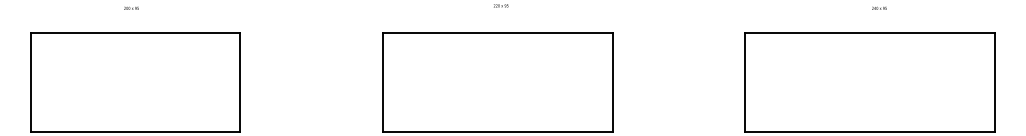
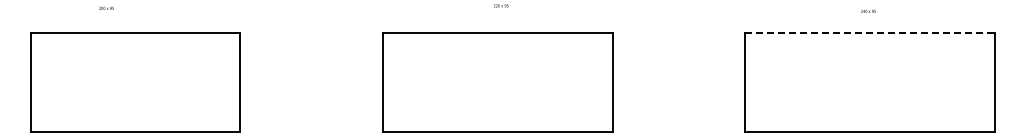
text at (131, 7) position: (131, 7) -> (106, 7)
text at (879, 7) position: (879, 7) -> (868, 10)
line at (870, 32): solid -> dashed
